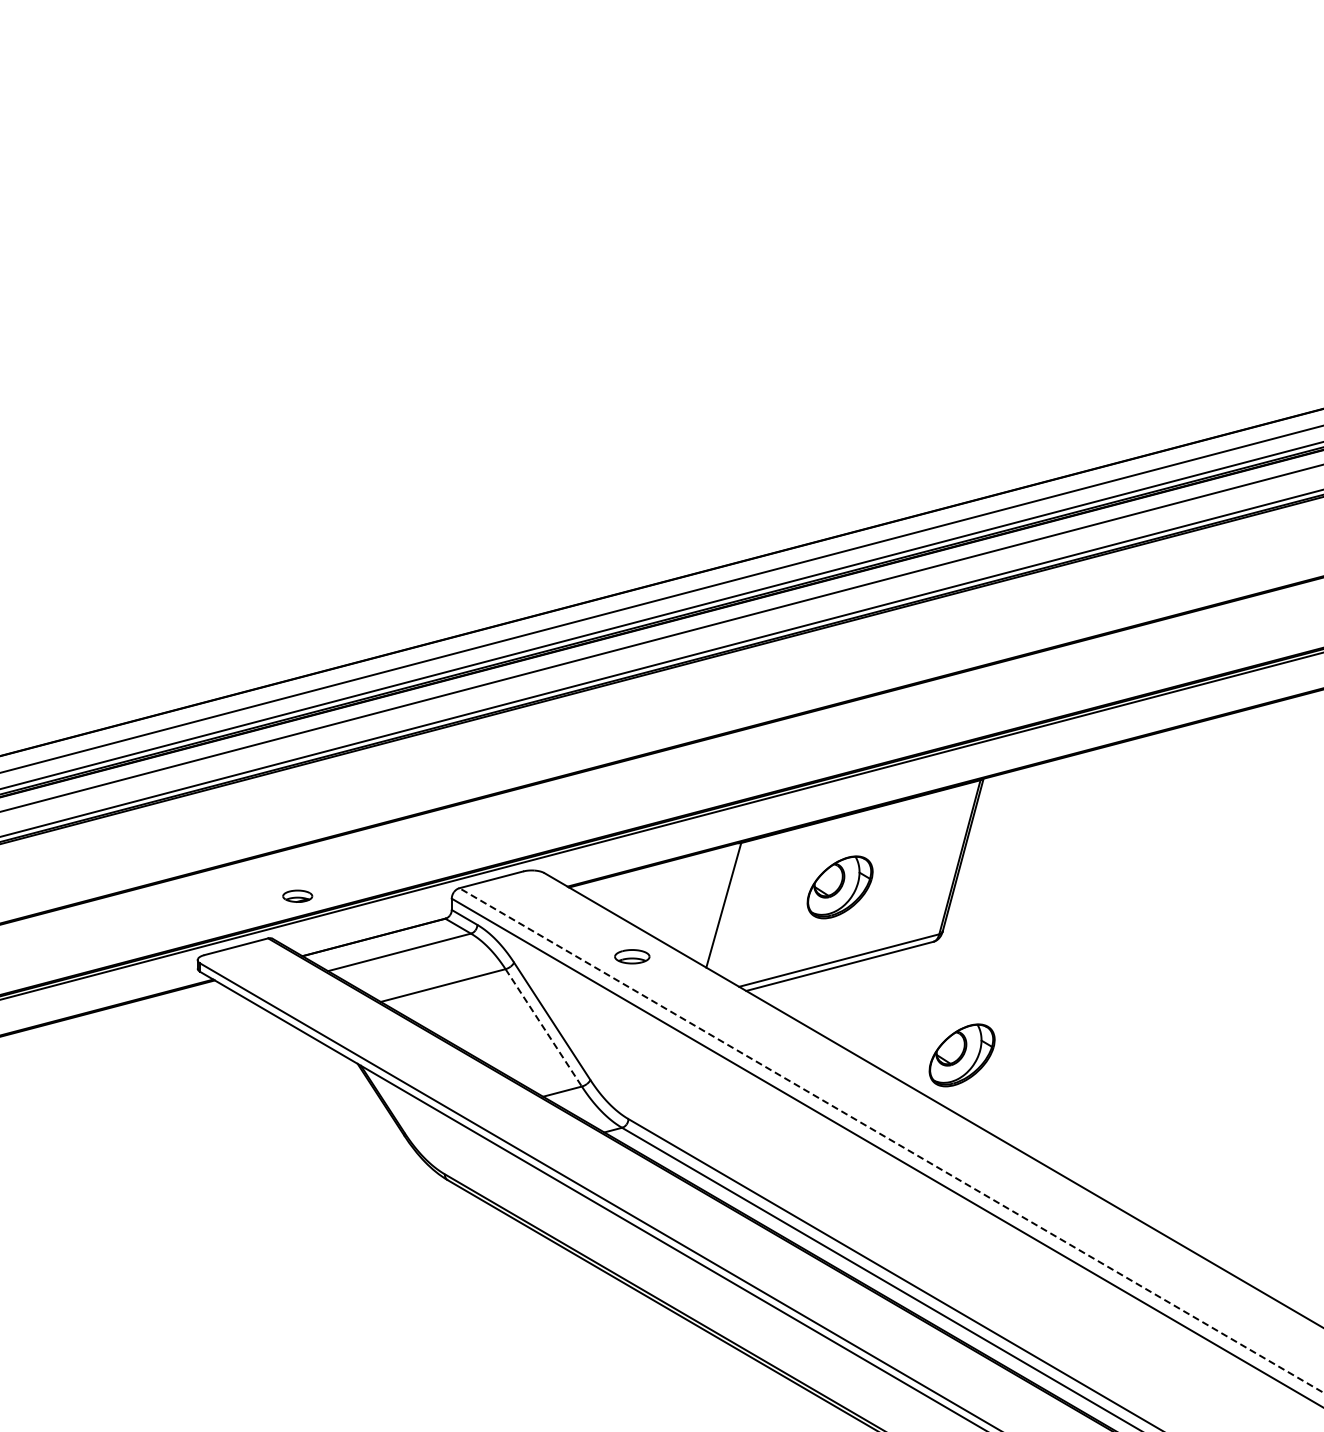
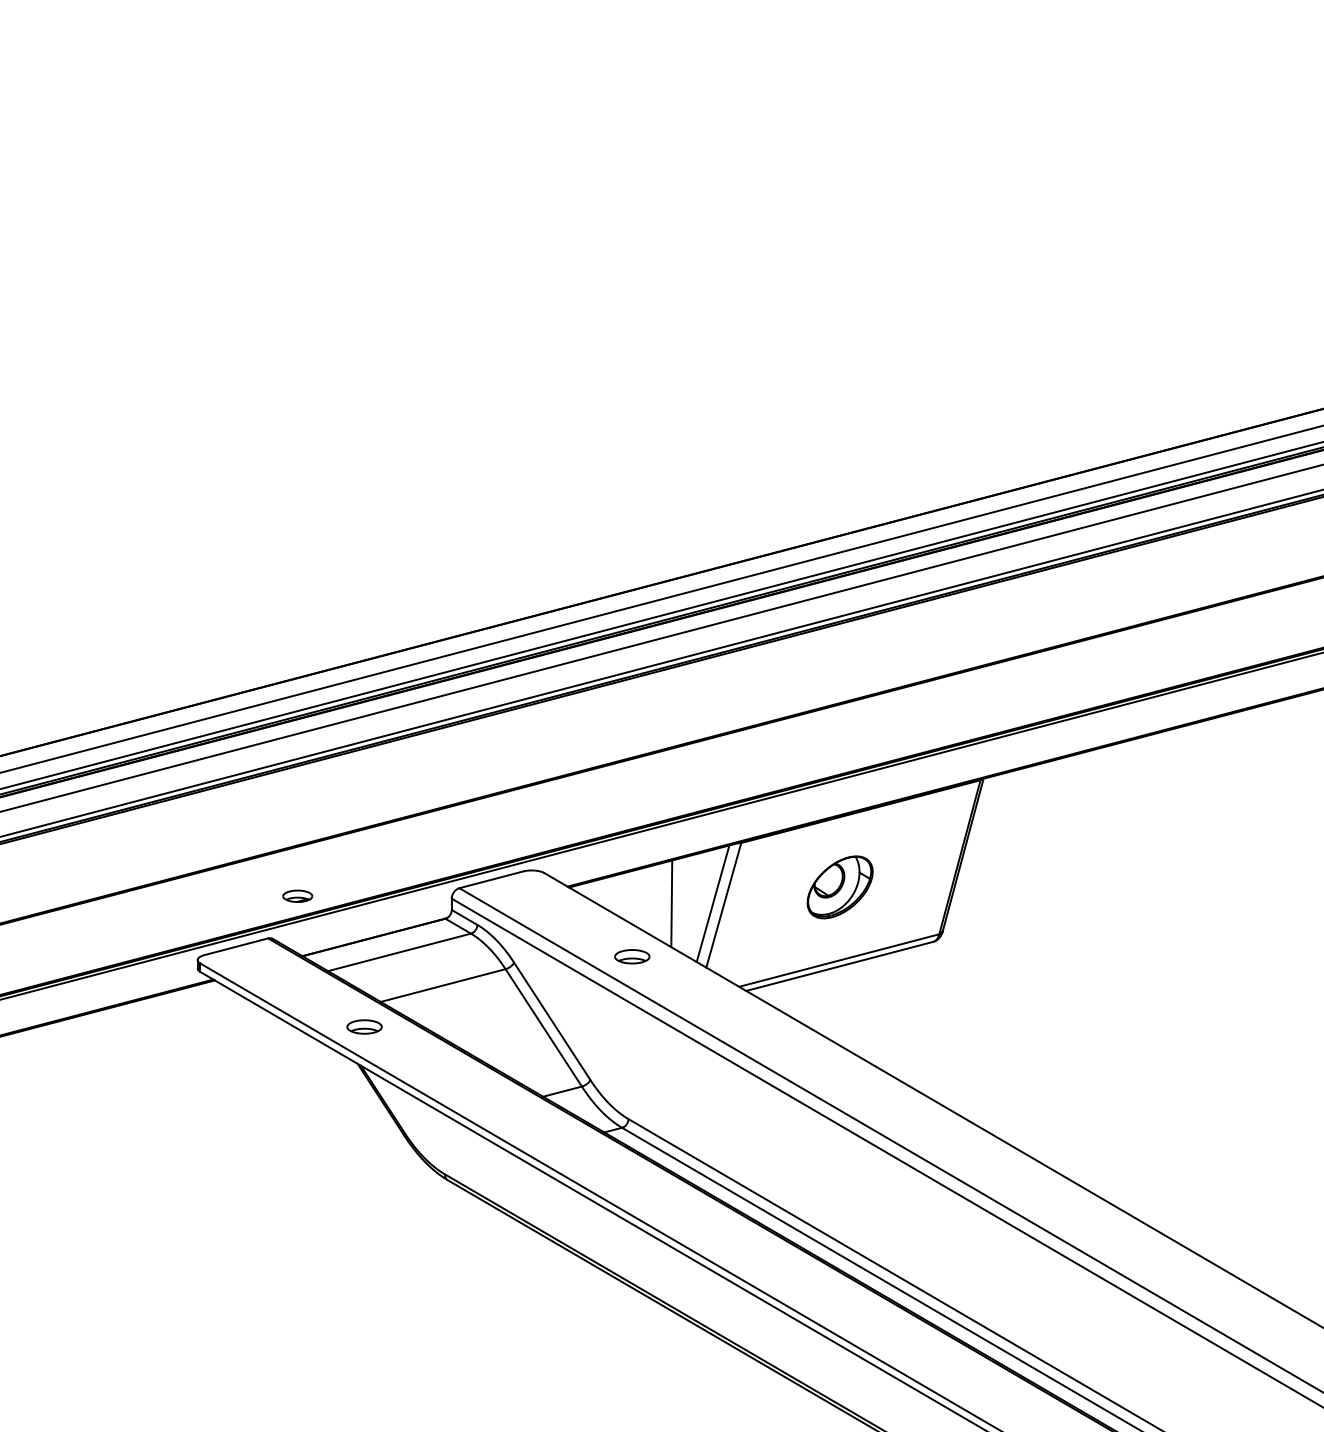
line at (671, 903): none -> present
line at (712, 903): none -> present
part at (364, 1026): none -> present
line at (544, 1028): dashed -> solid
part at (961, 1055): present -> none
line at (891, 1140): dashed -> solid
